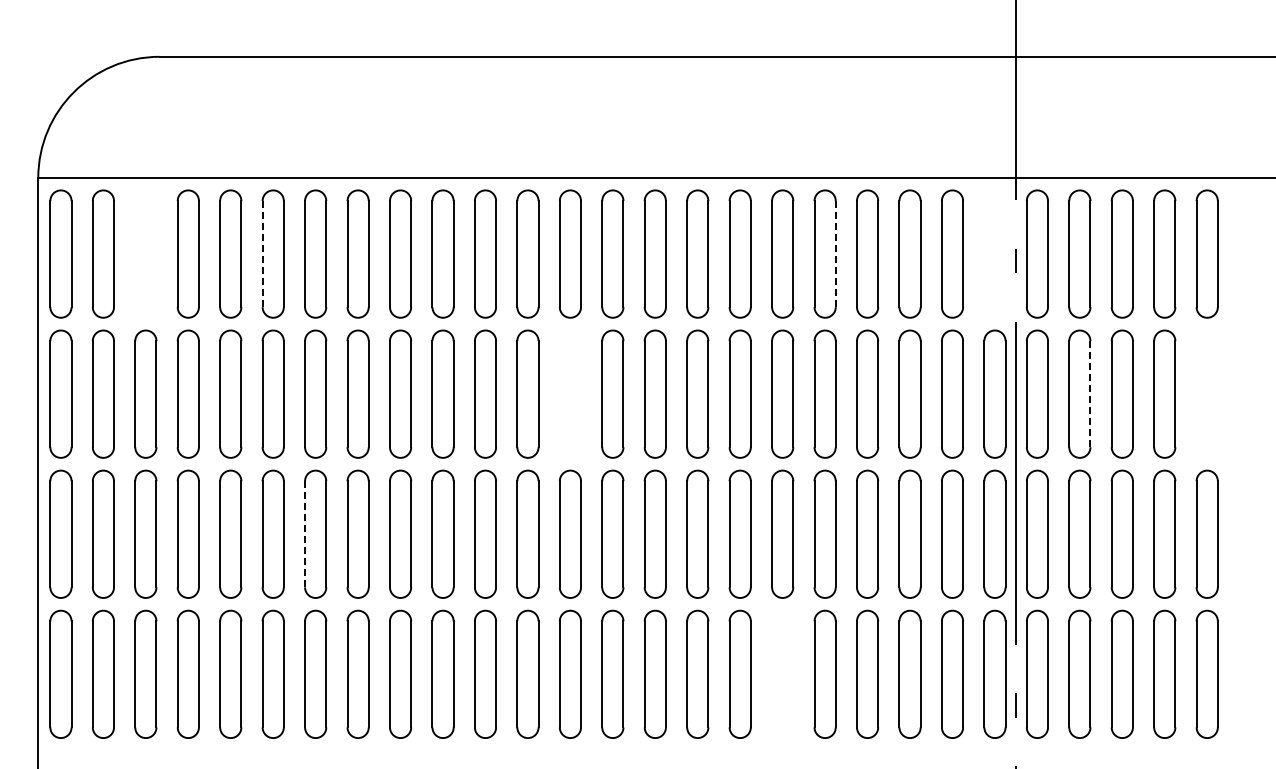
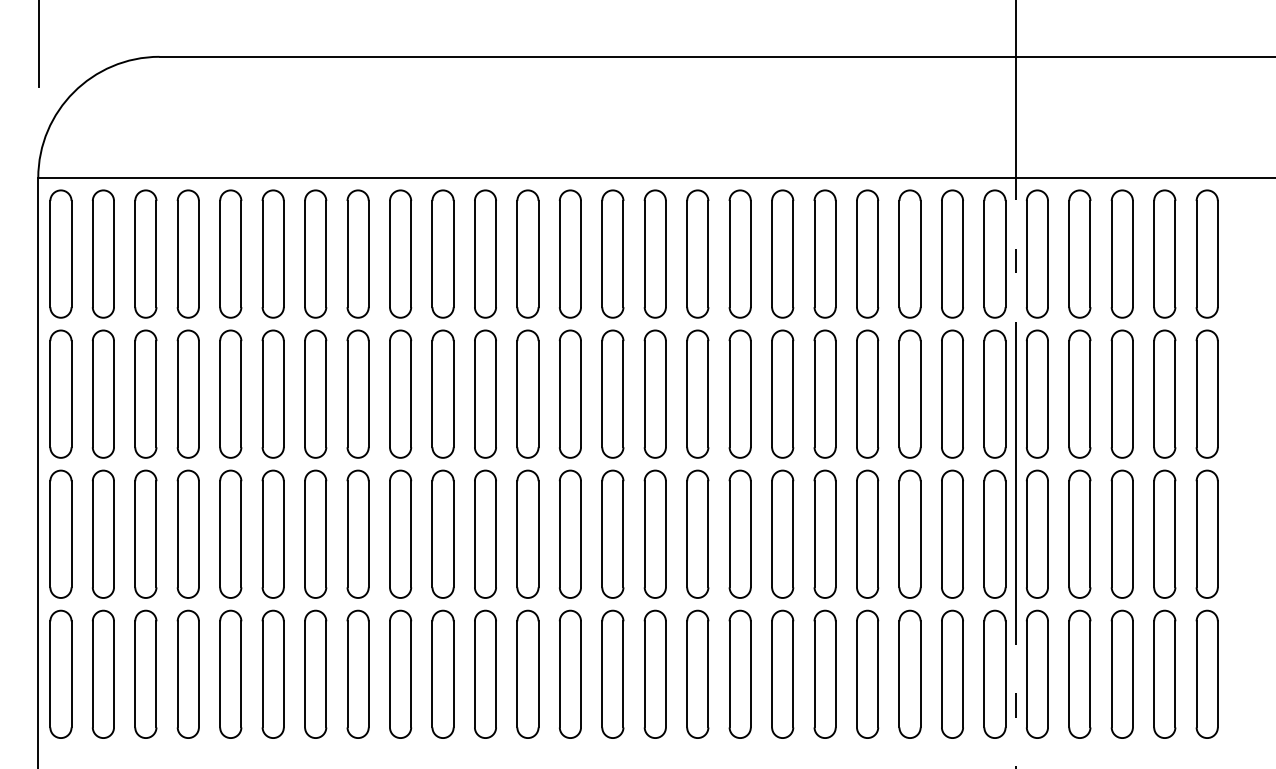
line at (38, 44): none -> present
part at (145, 253): none -> present
part at (994, 253): none -> present
line at (262, 254): dashed -> solid
line at (835, 254): dashed -> solid
part at (569, 393): none -> present
part at (1206, 393): none -> present
line at (1090, 394): dashed -> solid
line at (305, 534): dashed -> solid
part at (782, 673): none -> present
